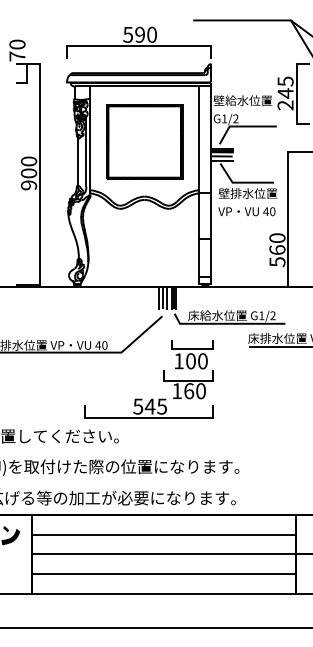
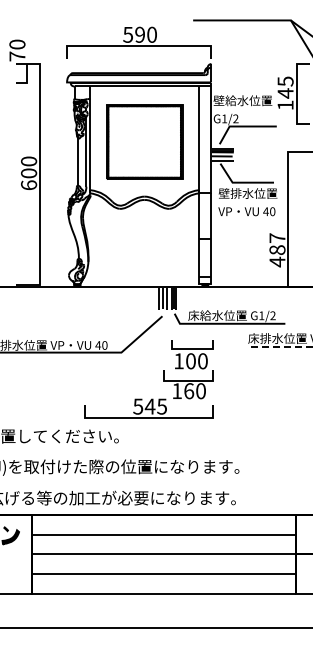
text at (285, 105): 245 -> 145
text at (29, 185): 900 -> 600
text at (277, 250): 560 -> 487
line at (280, 347): solid -> dashed
